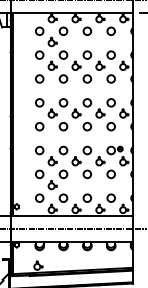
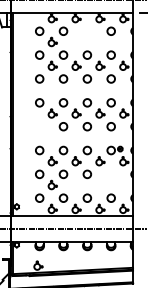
circle at (87, 30): present -> none
circle at (39, 126): present -> none
circle at (110, 174): present -> none
